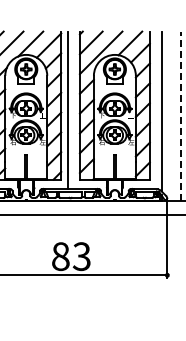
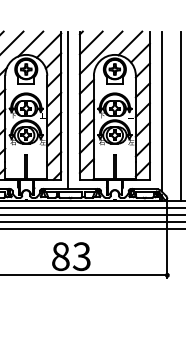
line at (181, 116): dashed -> solid
line at (92, 207): none -> present
line at (92, 221): none -> present
line at (92, 228): none -> present
